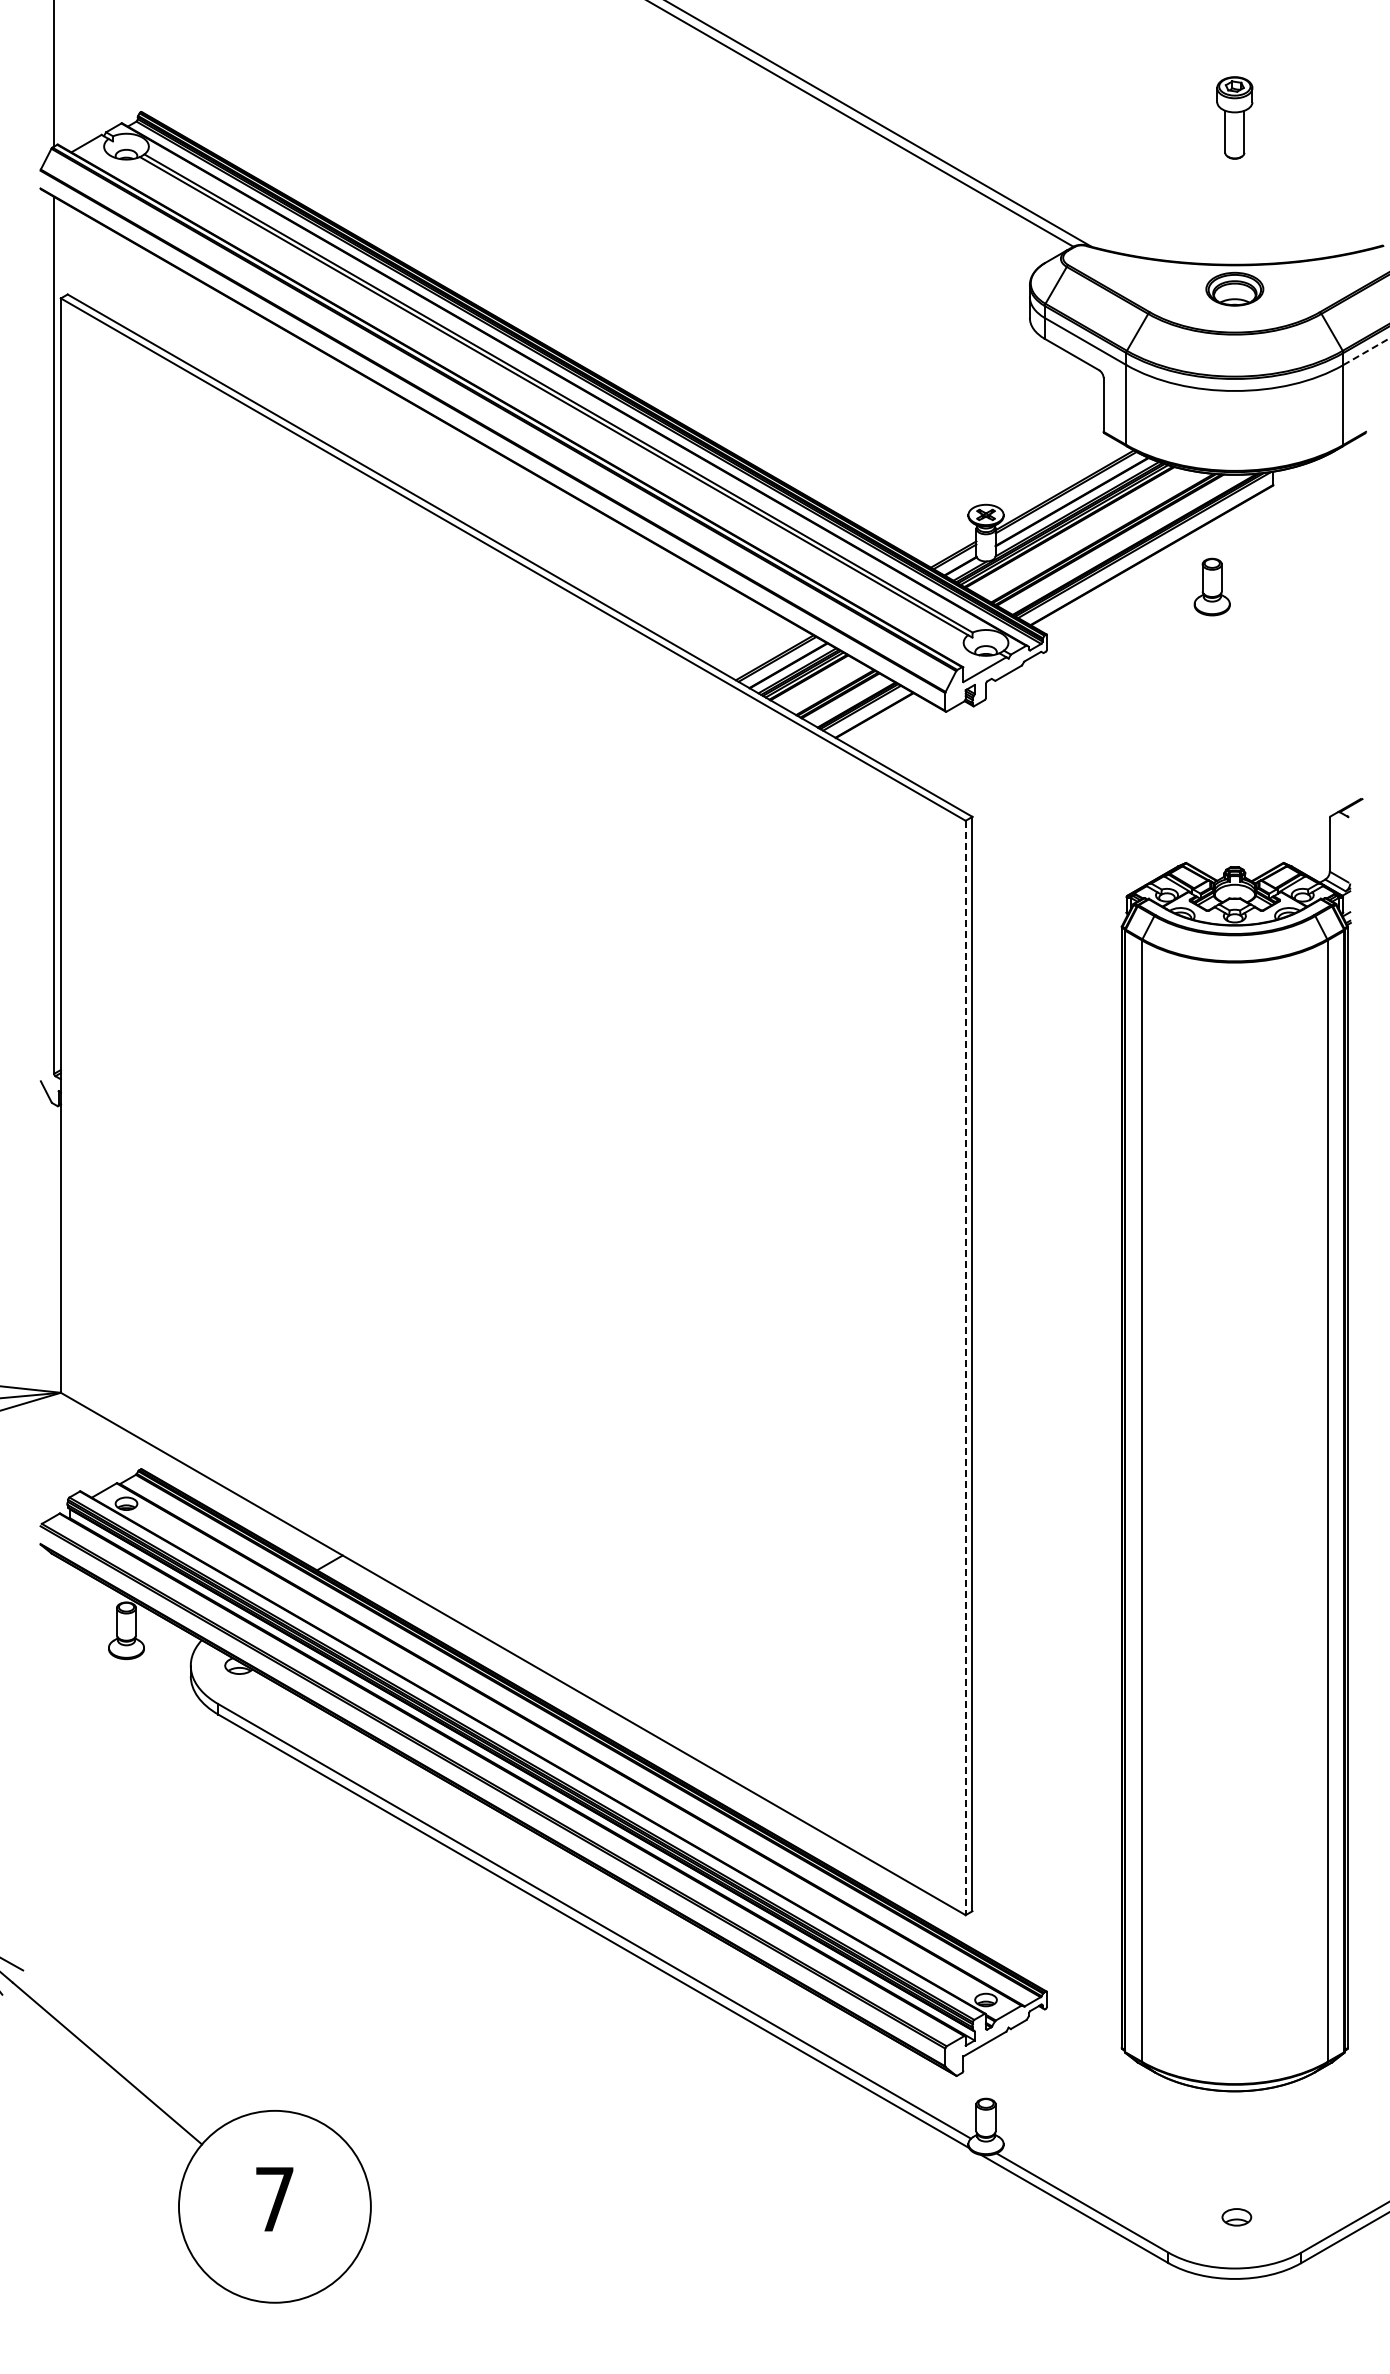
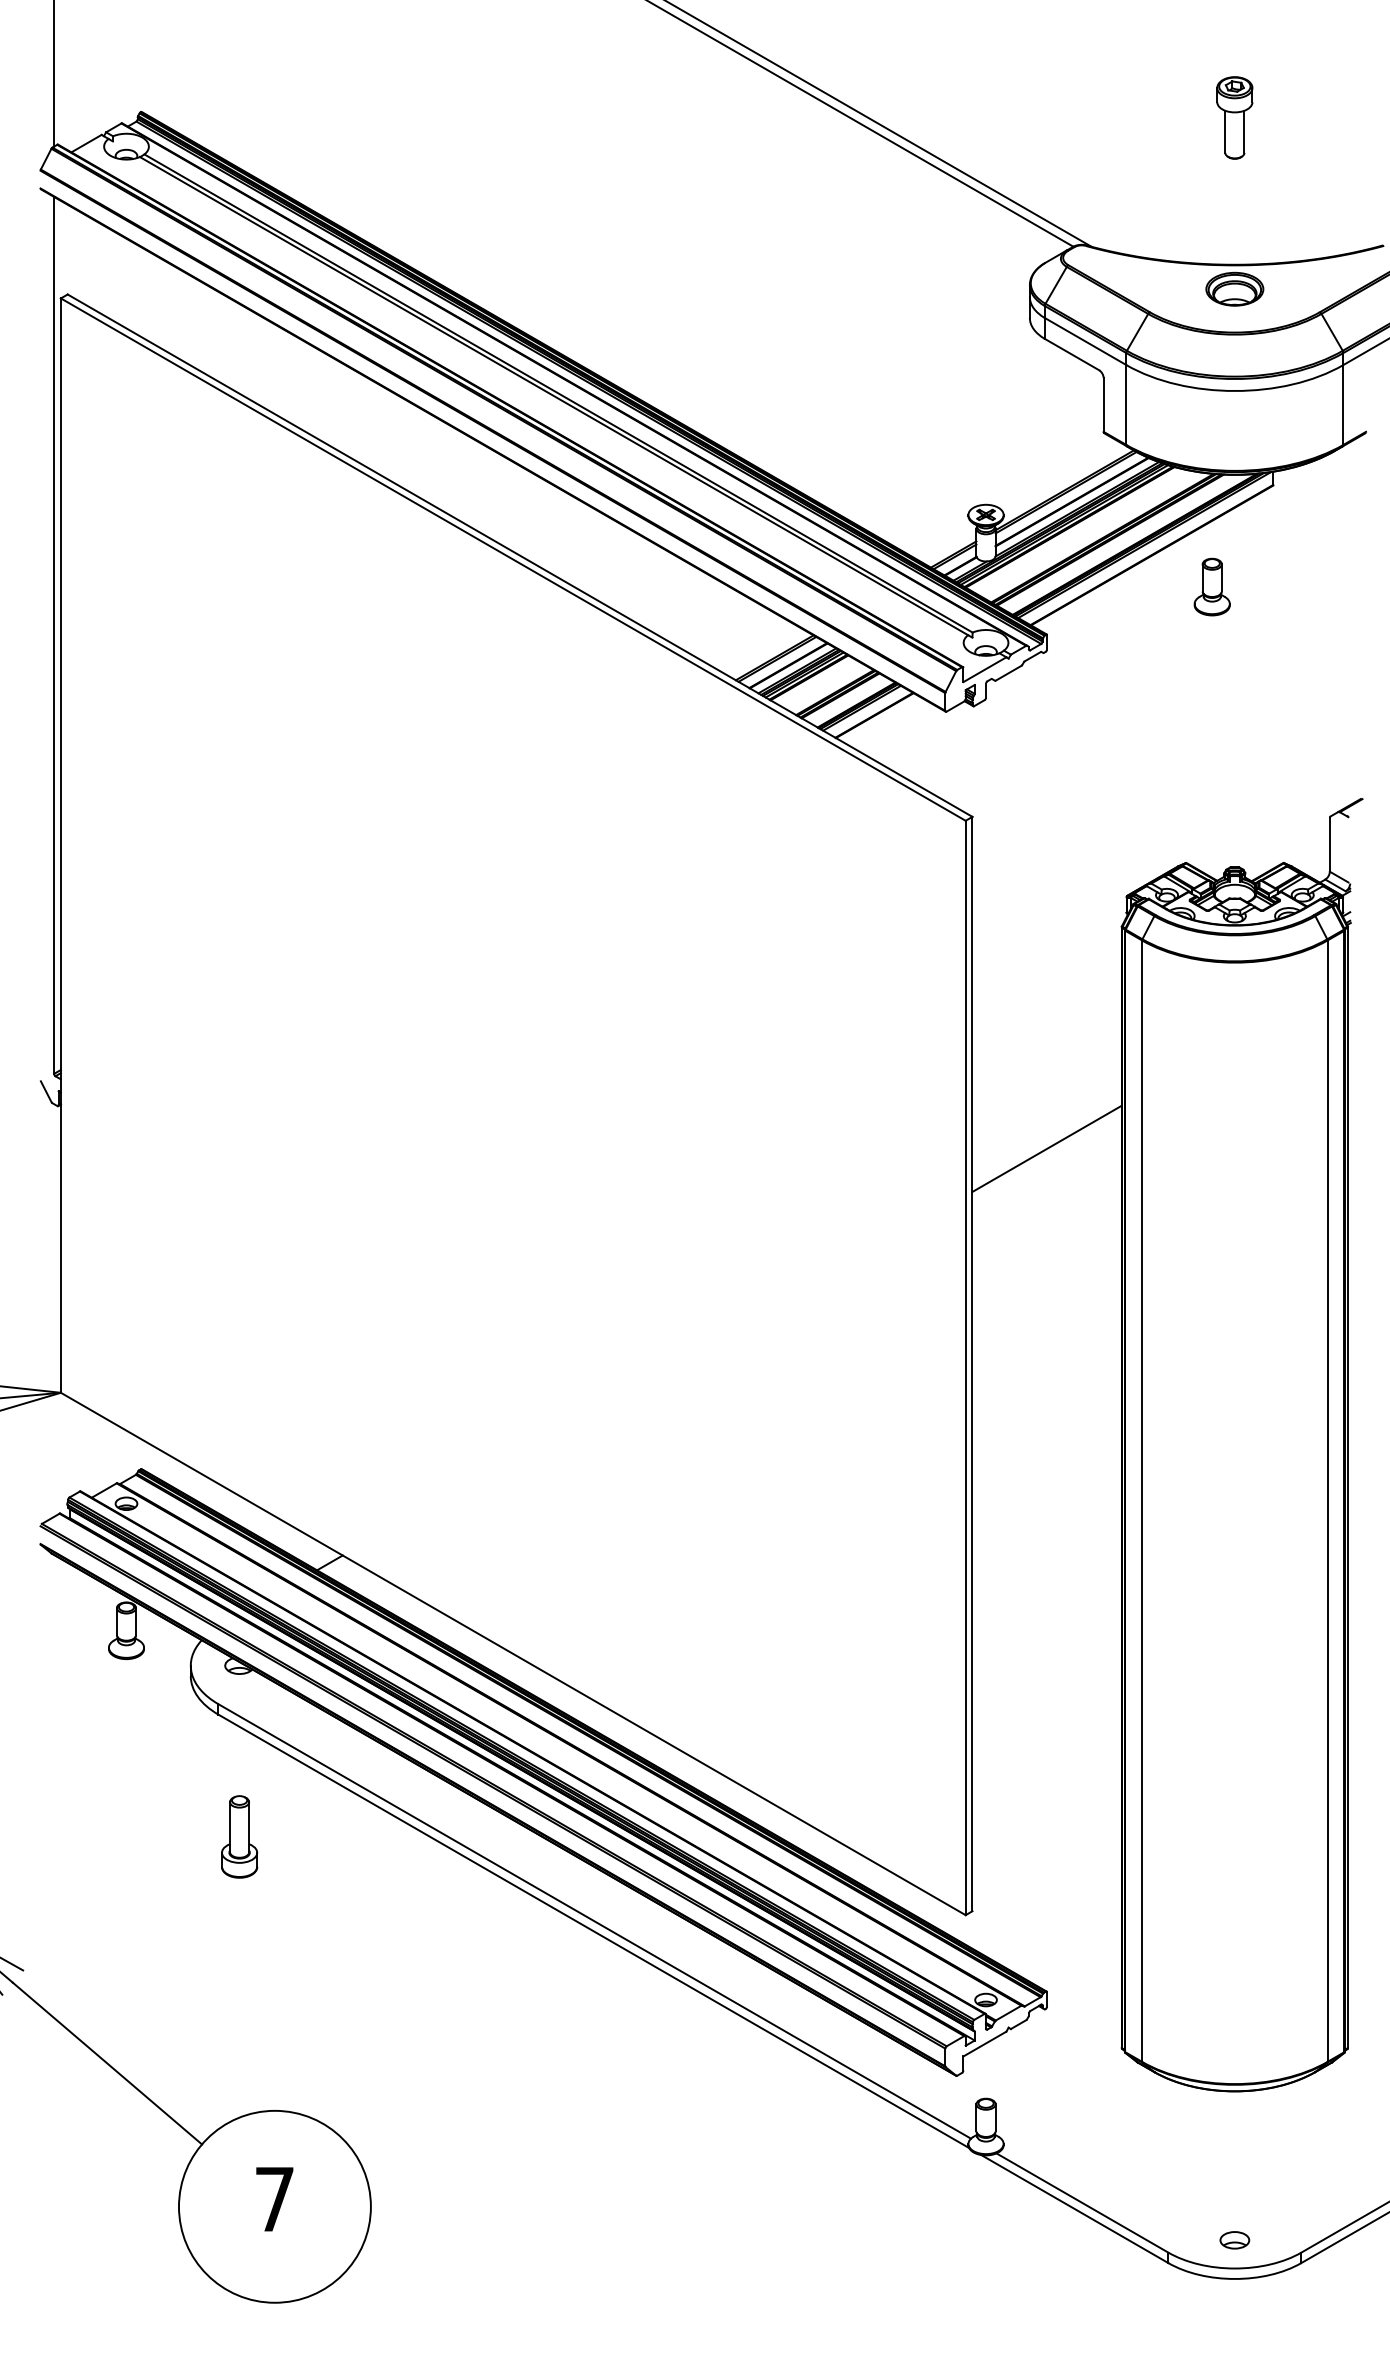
line at (1366, 351): dashed -> solid
line at (1046, 1148): none -> present
line at (965, 1368): dashed -> solid
part at (239, 1836): none -> present
part at (1236, 2217) position: (1236, 2217) -> (1234, 2240)
